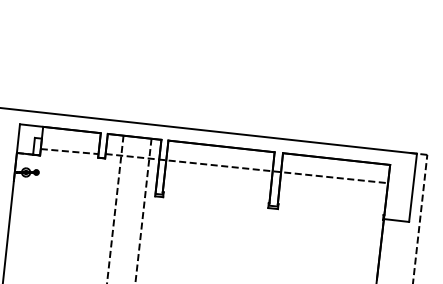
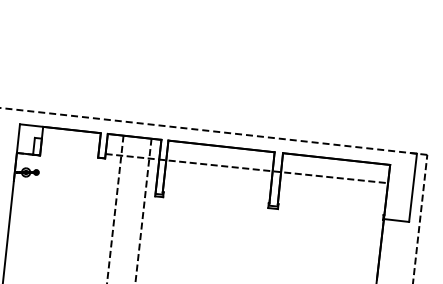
line at (208, 130): solid -> dashed
line at (69, 151): present -> none
